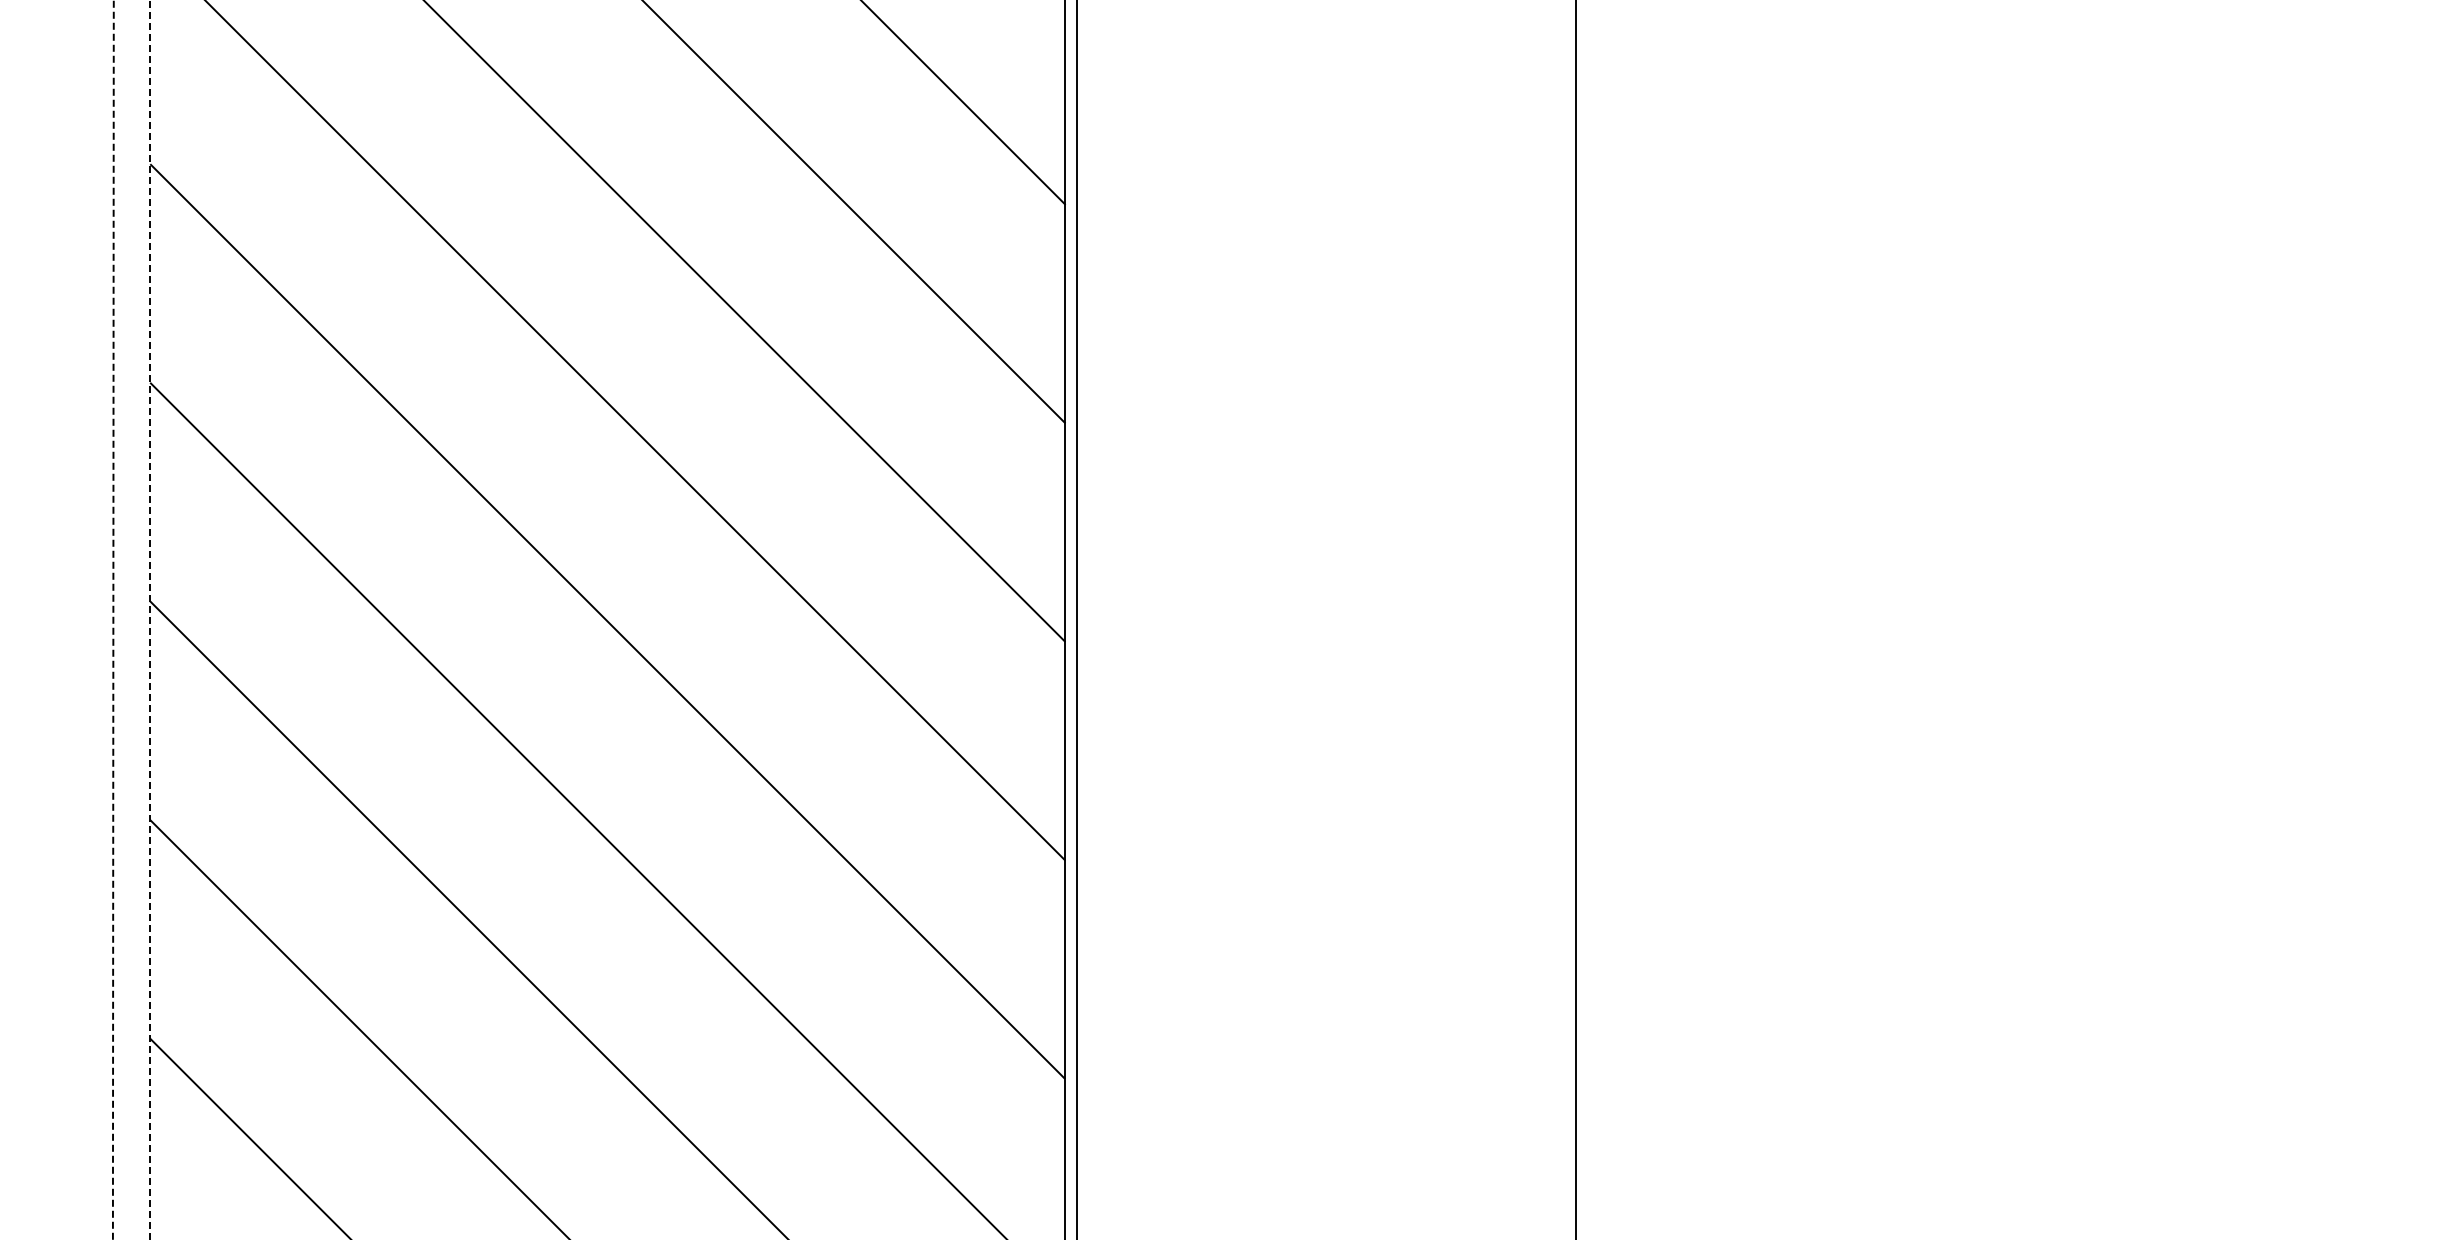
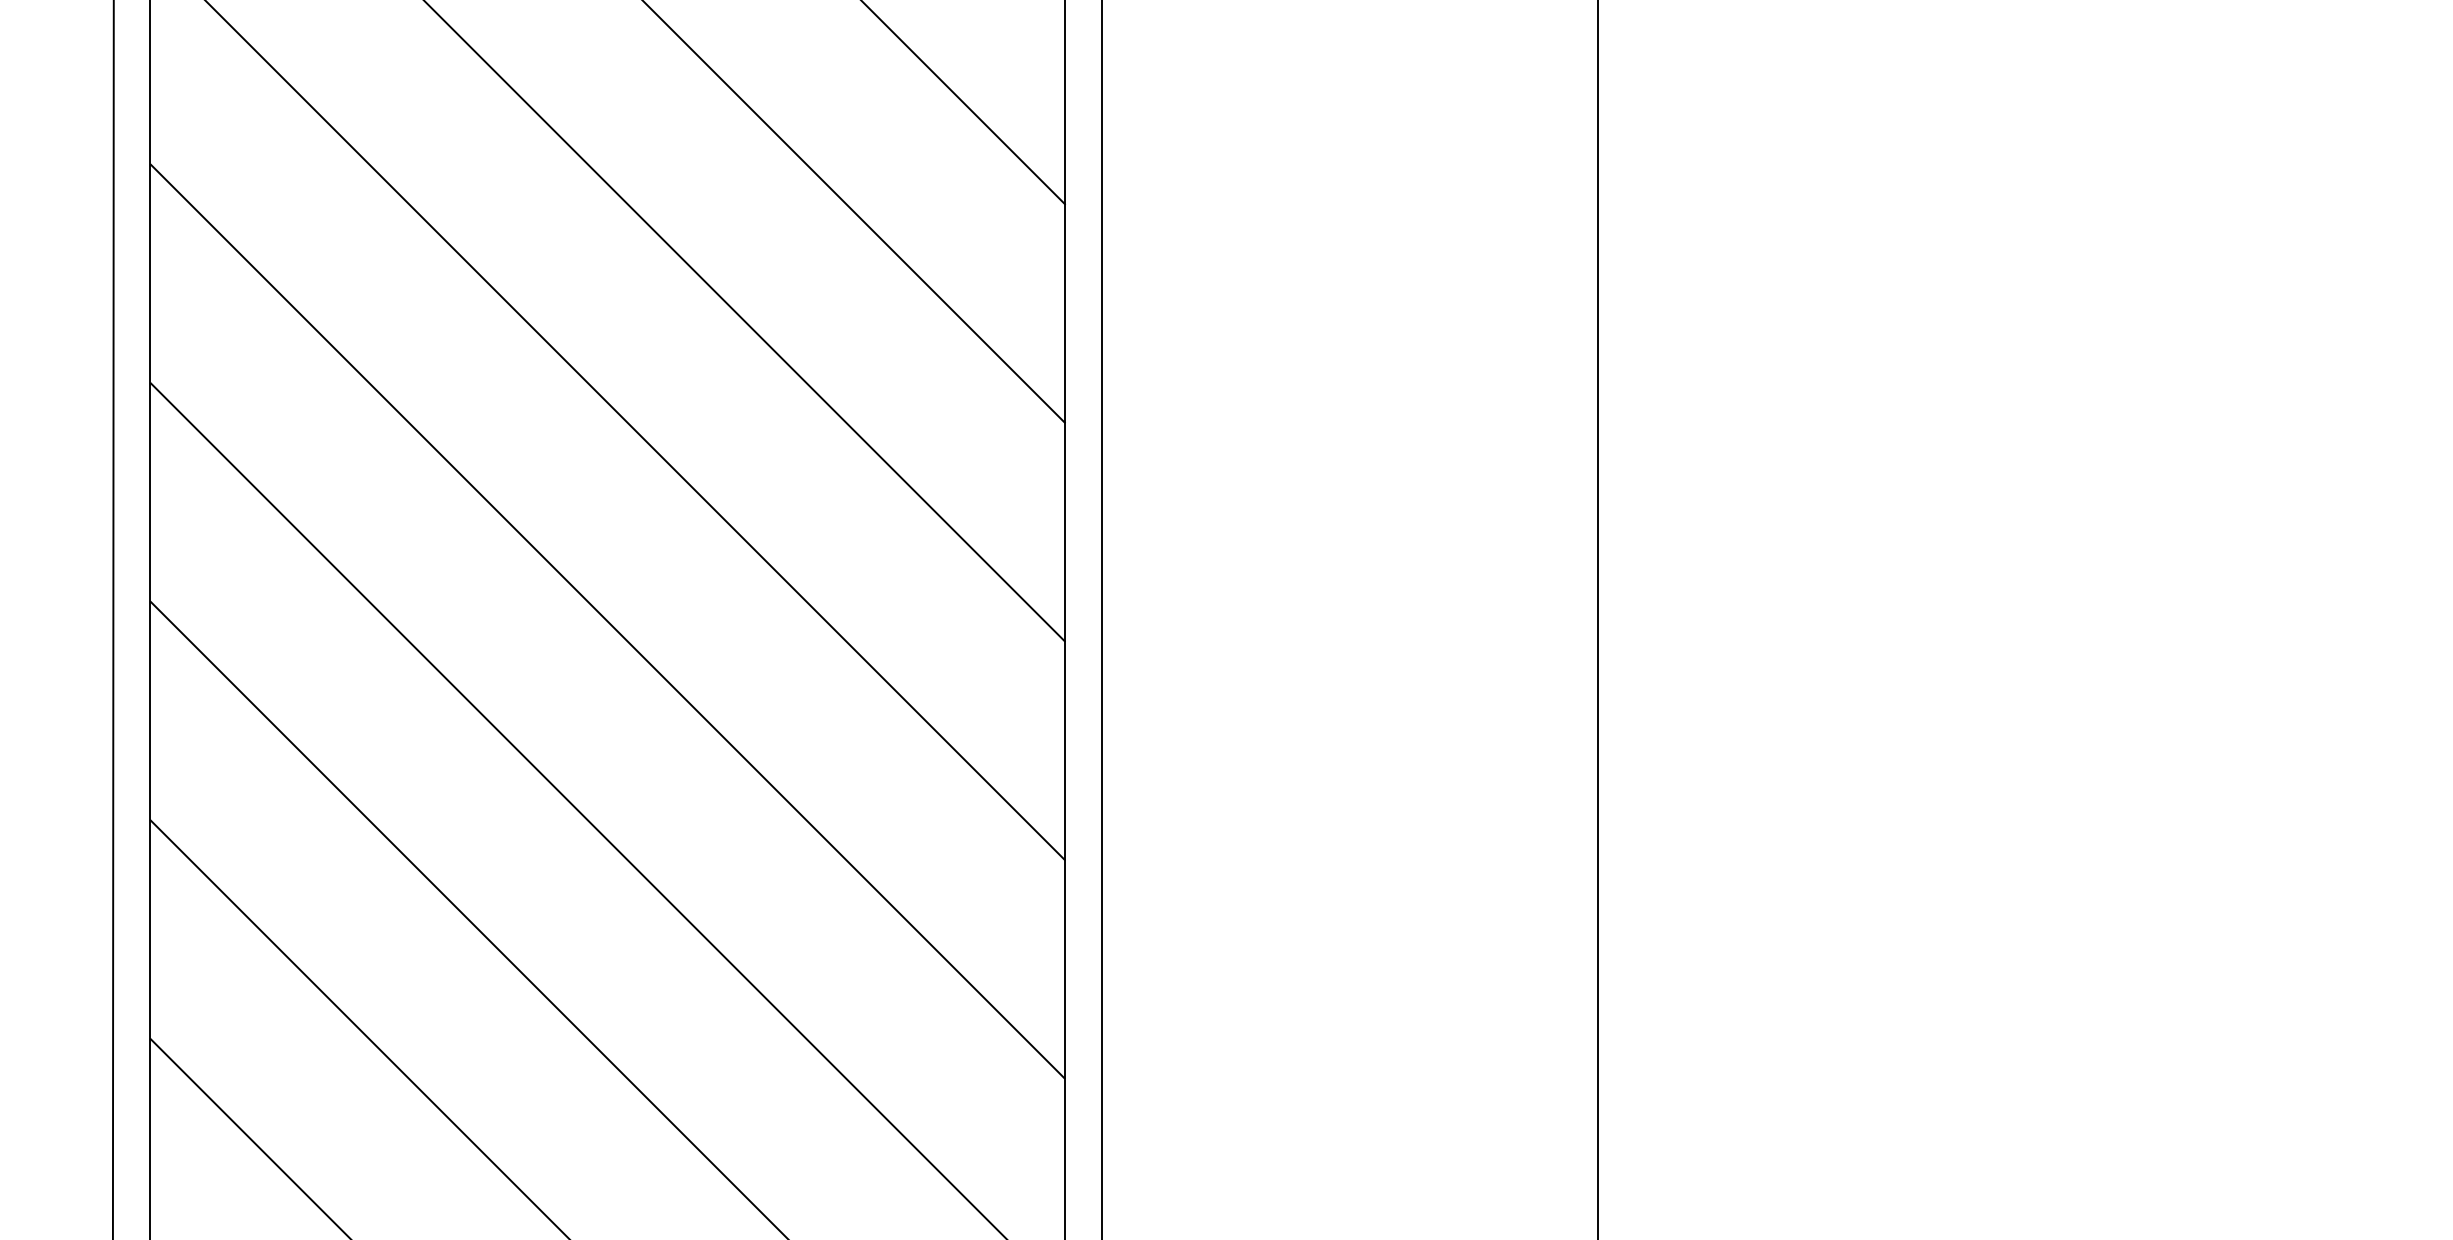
line at (113, 619): dashed -> solid
line at (149, 619): dashed -> solid
line at (1077, 619) position: (1077, 619) -> (1102, 619)
line at (1576, 619) position: (1576, 619) -> (1598, 619)
